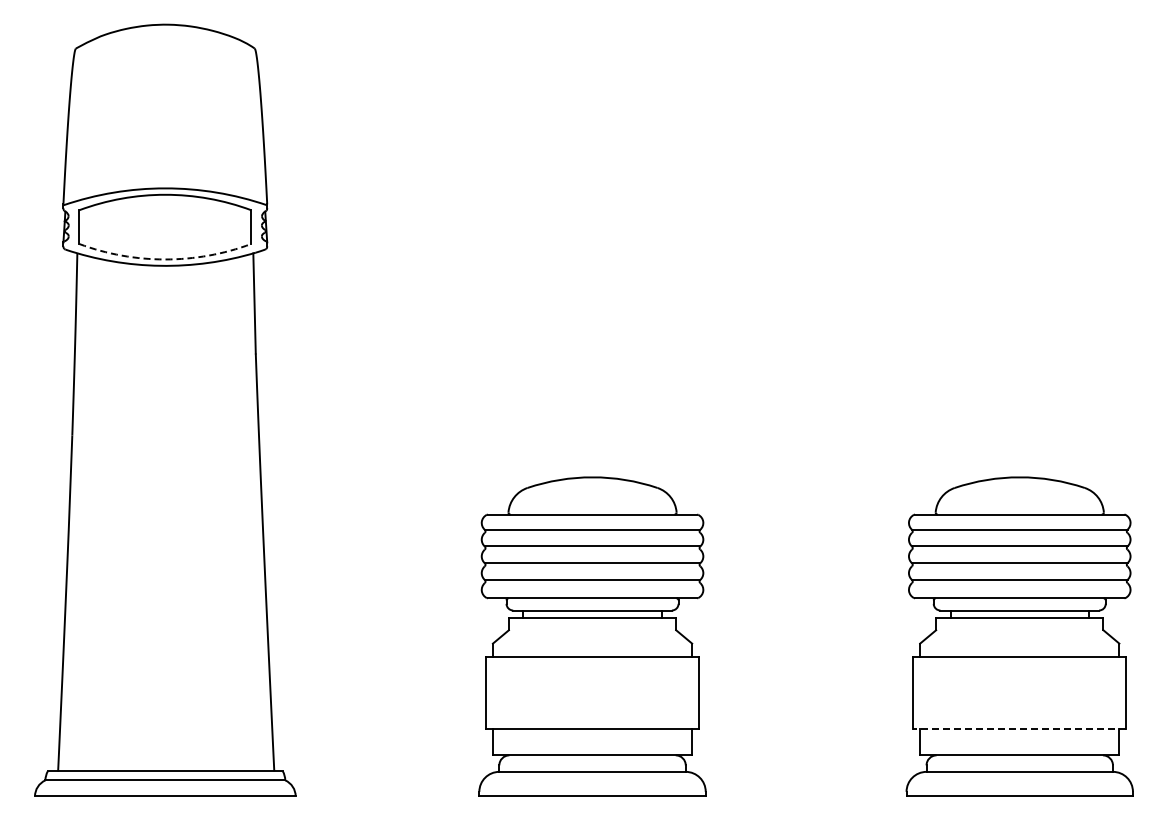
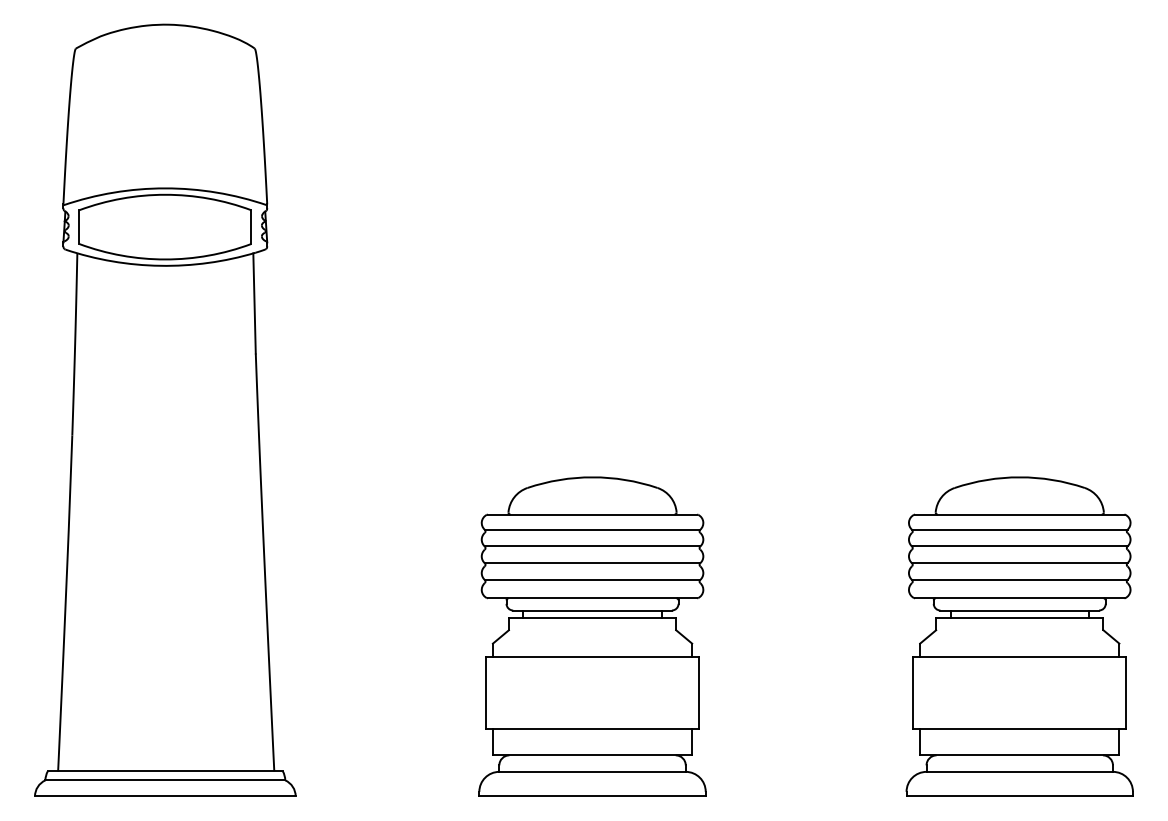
arc at (165, 259): dashed -> solid
line at (1019, 728): dashed -> solid
